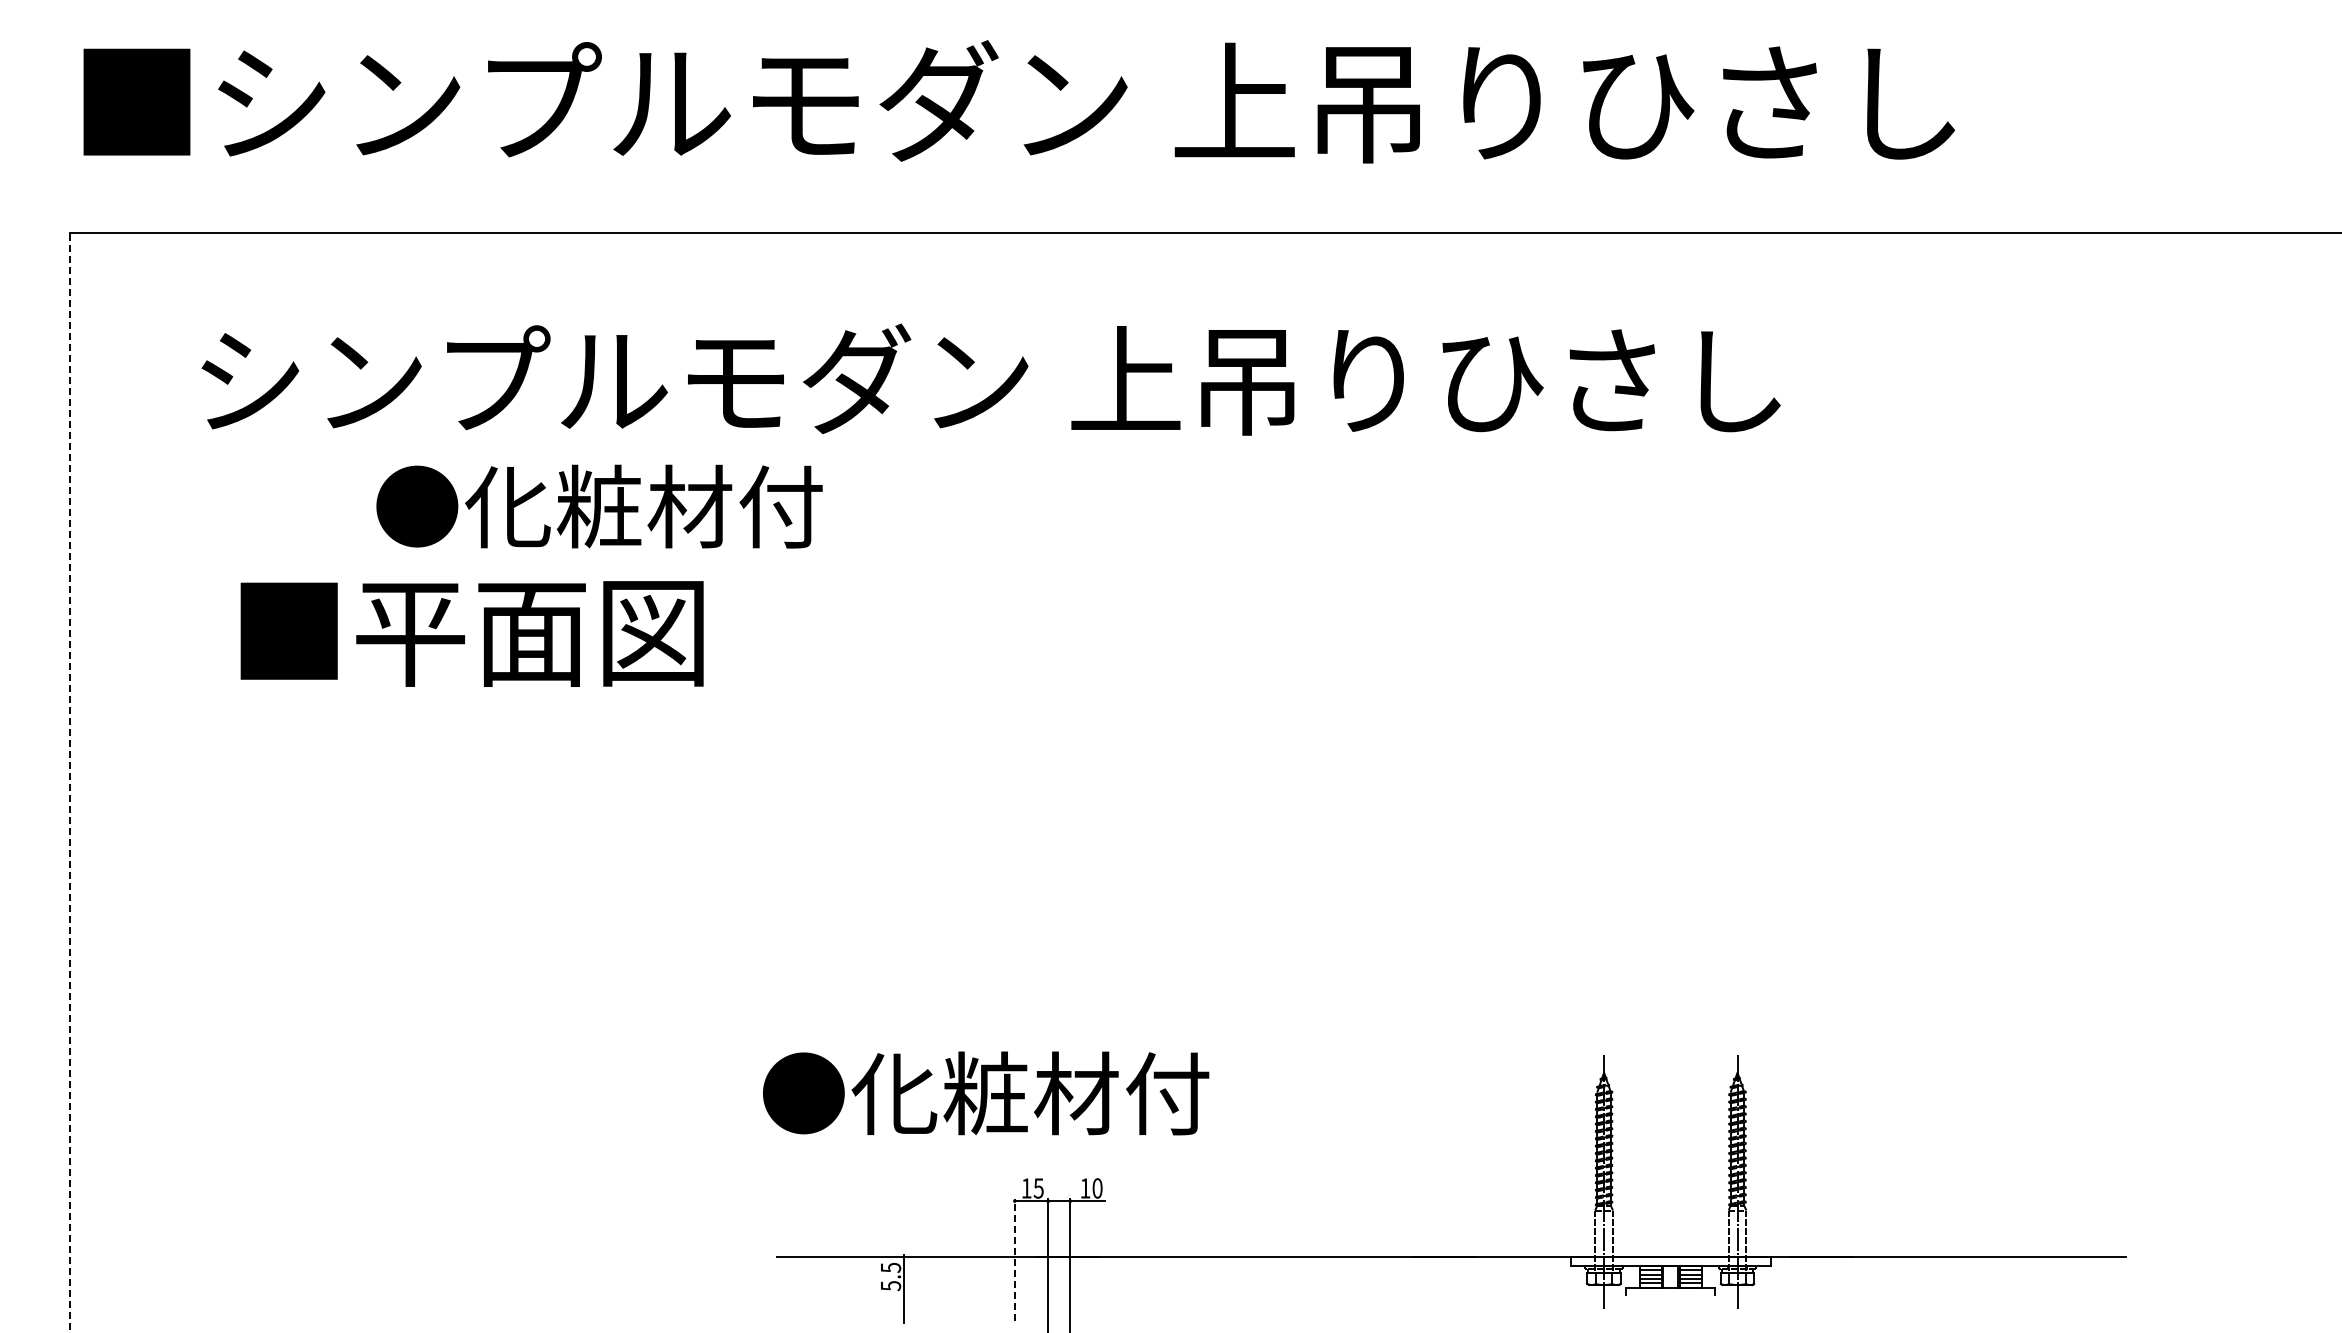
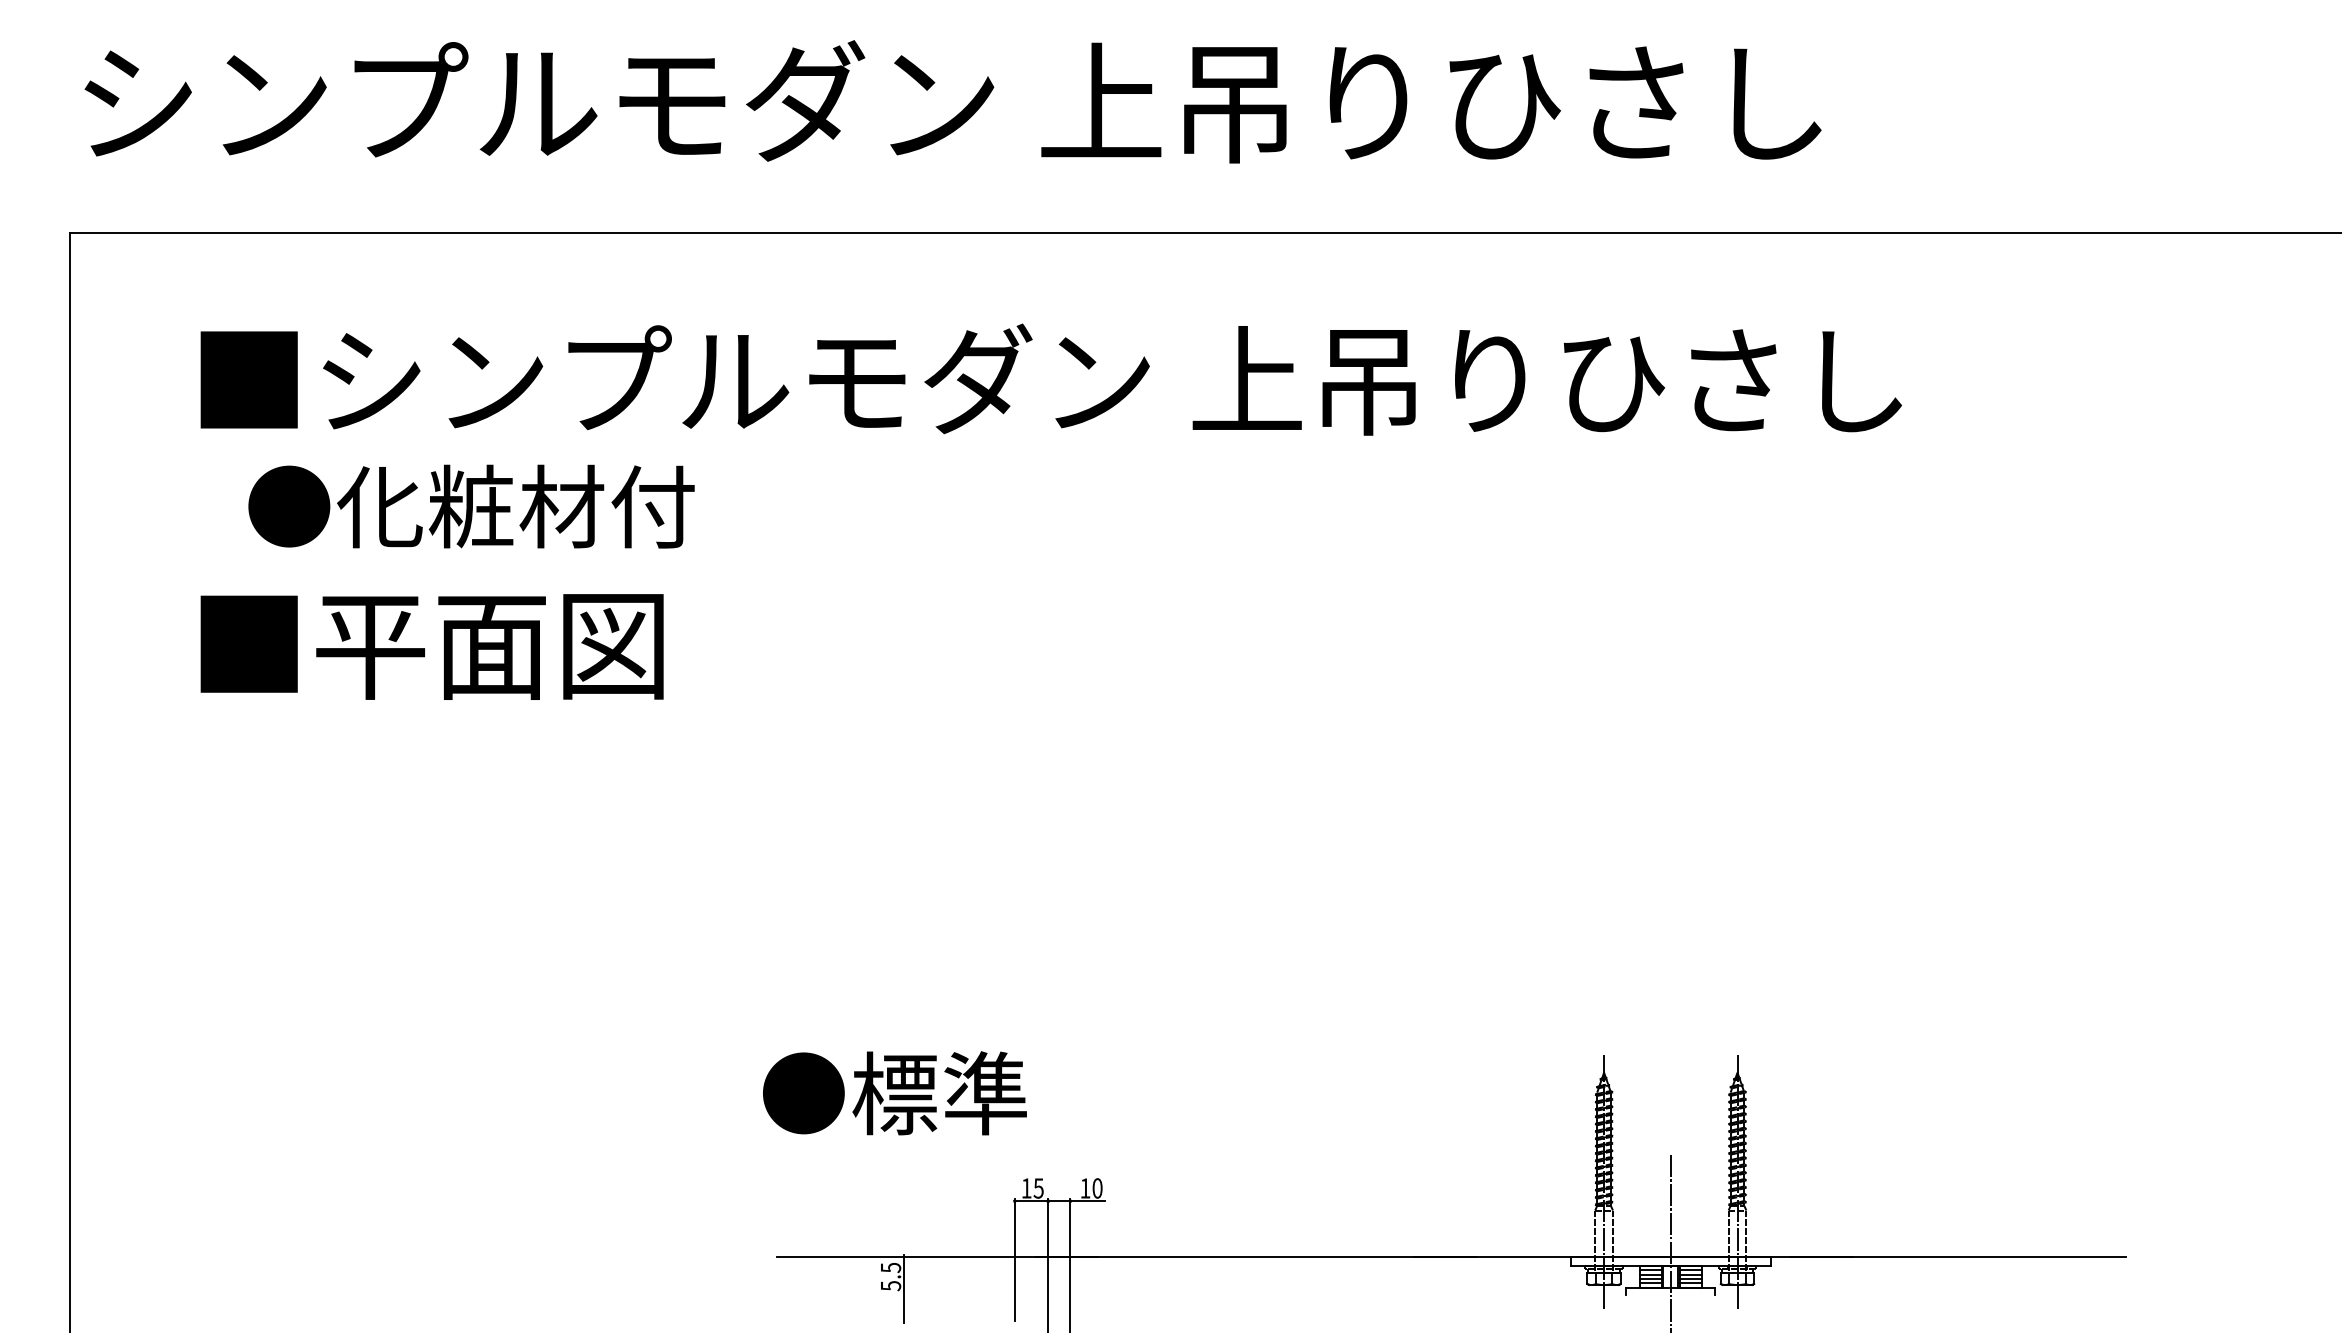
text at (1019, 101): ■シンプルモダン 上吊りひさし -> シンプルモダン 上吊りひさし
text at (1051, 379): シンプルモダン 上吊りひさし -> ■シンプルモダン 上吊りひさし
text at (599, 506) position: (599, 506) -> (471, 506)
text at (471, 633) position: (471, 633) -> (431, 646)
line at (70, 782): dashed -> solid
text at (1030, 1093): ●化粧材付 -> ●標準
line at (1670, 1241): none -> present
line at (1014, 1259): dashed -> solid
